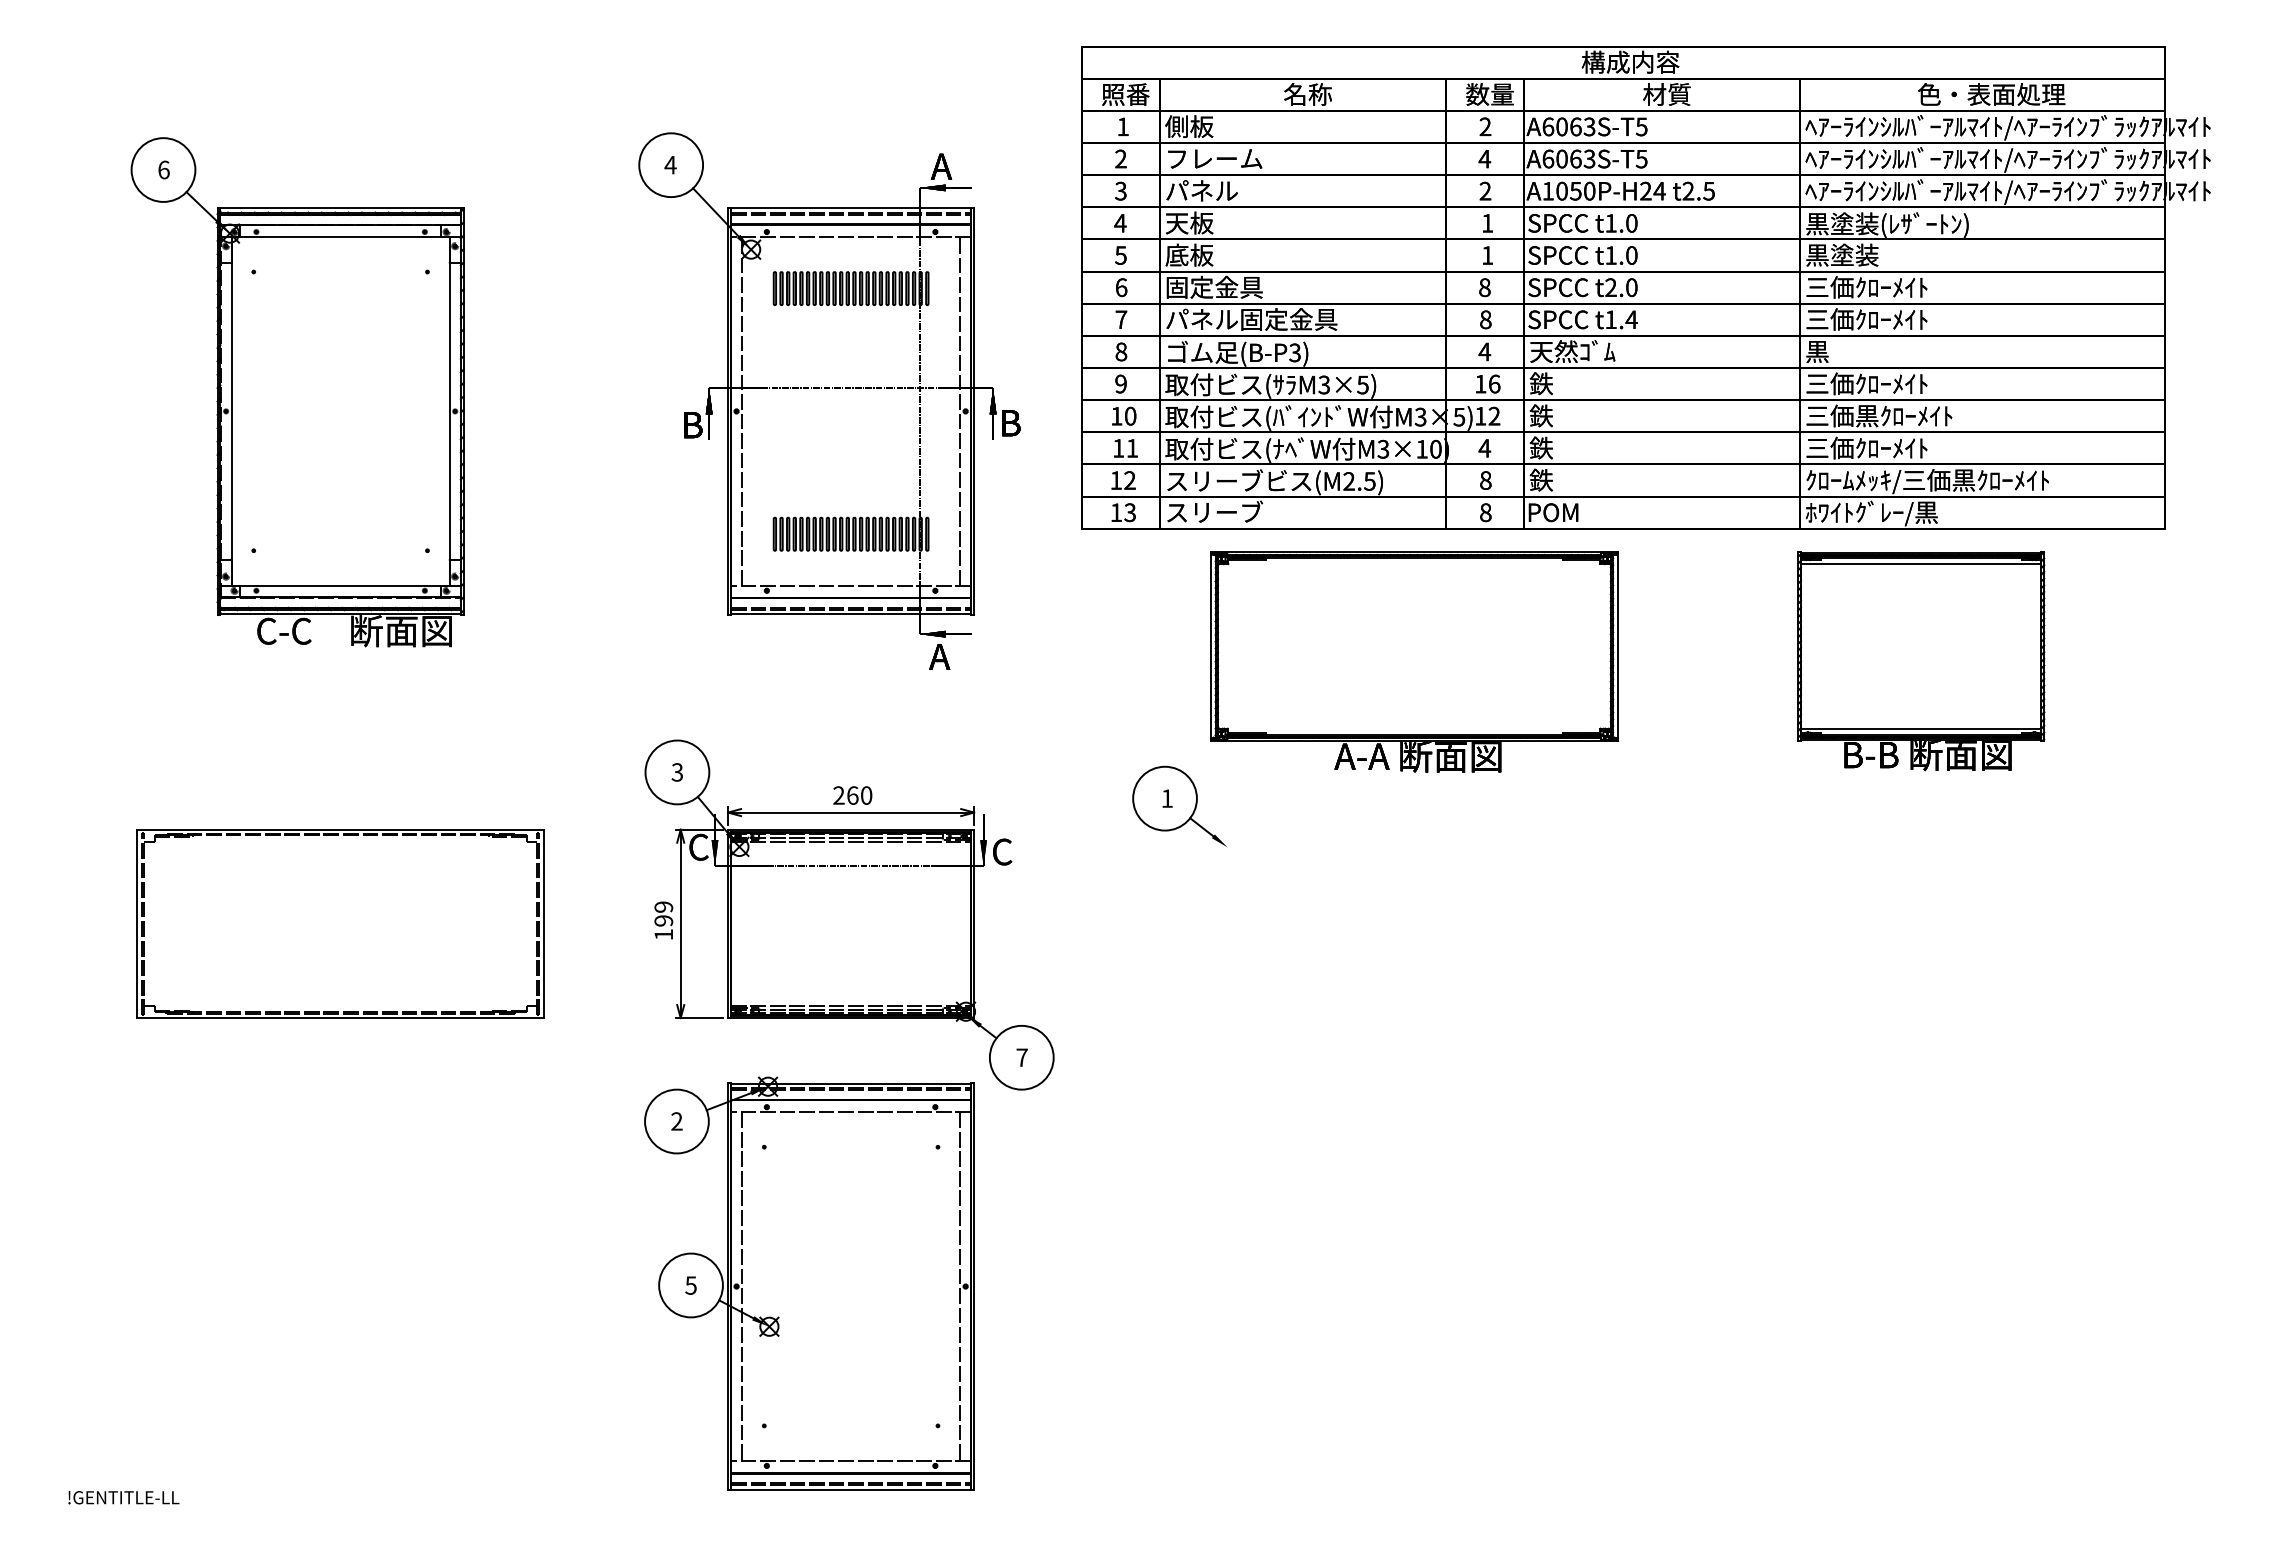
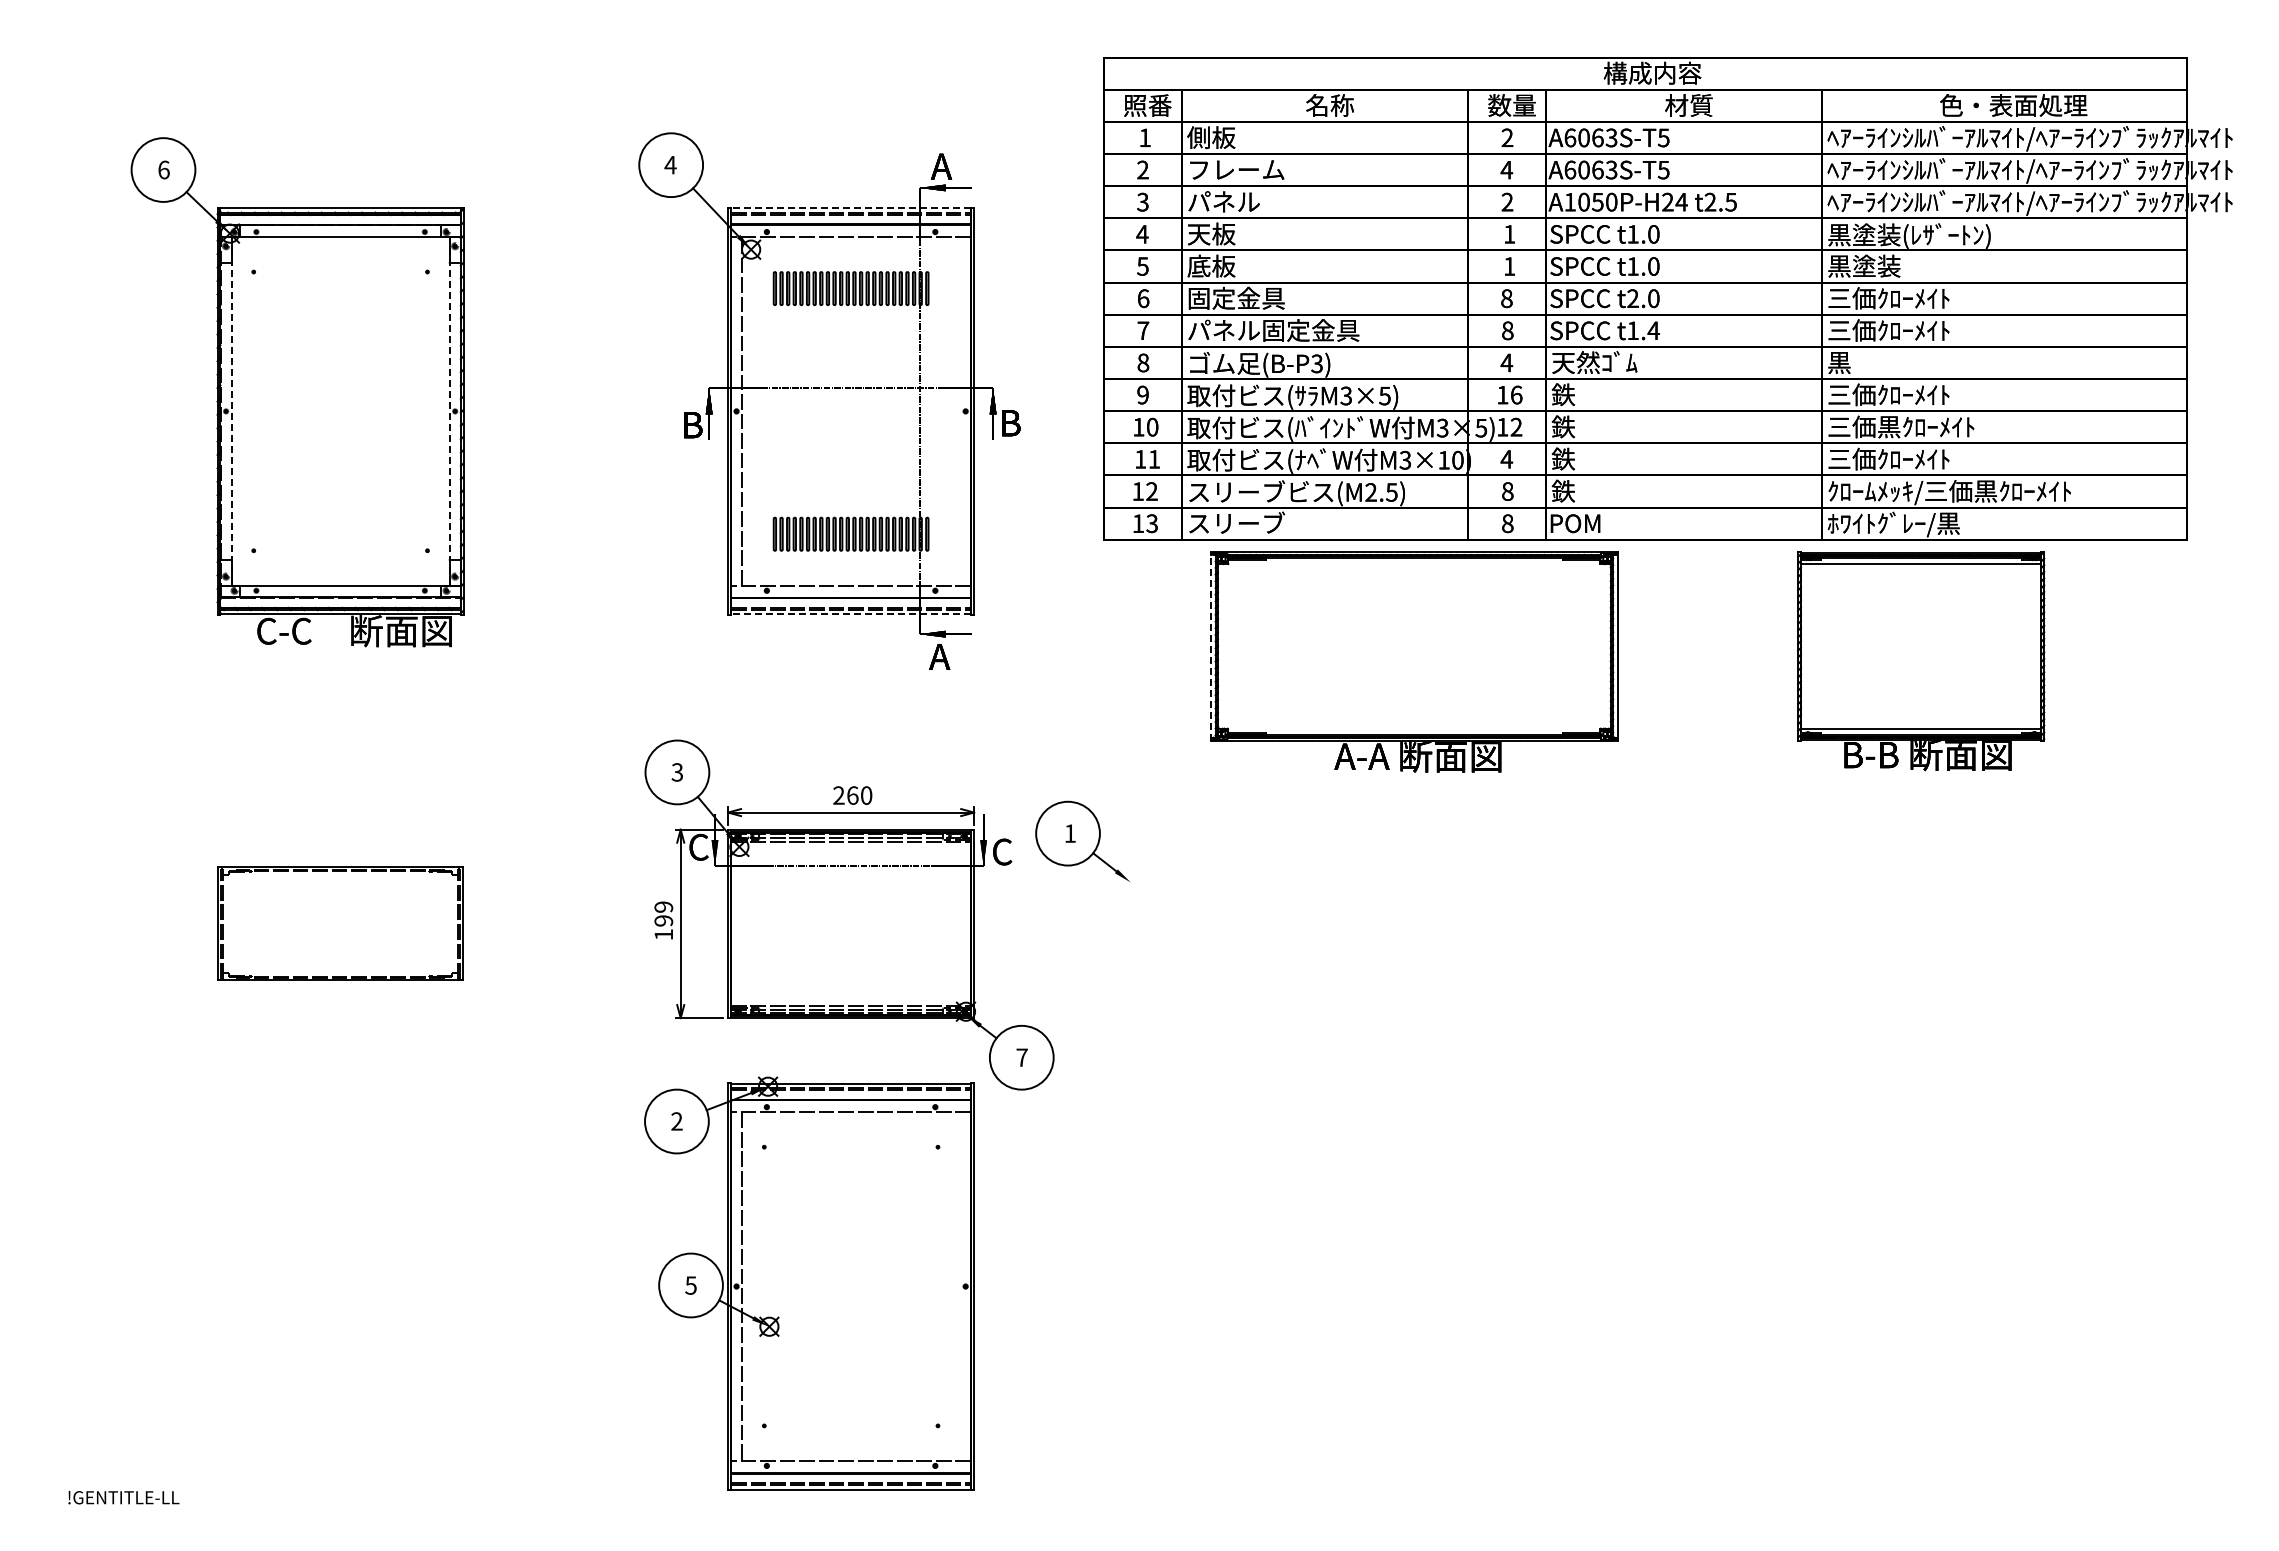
line at (850, 208): solid -> dashed
part at (1645, 287) position: (1645, 287) -> (1667, 298)
line at (231, 411): solid -> dashed
line at (449, 411): solid -> dashed
line at (959, 411): present -> none
line at (850, 614): solid -> dashed
line at (1210, 645): solid -> dashed
part at (1179, 805) position: (1179, 805) -> (1082, 840)
part at (340, 923) size: 409x190 px -> 247x115 px
line at (959, 1286): present -> none
